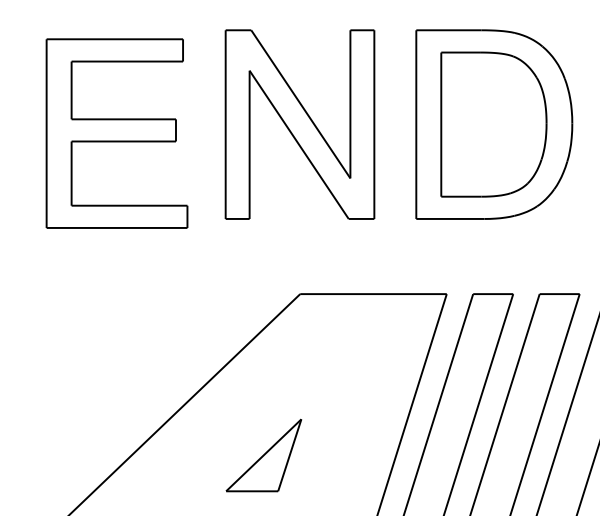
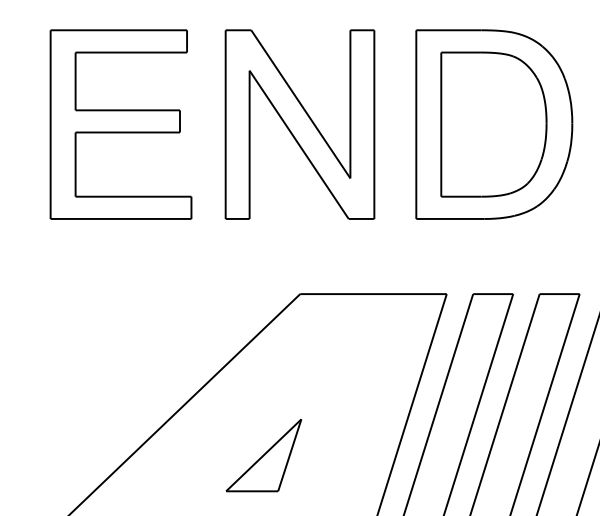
part at (116, 133) position: (116, 133) -> (120, 124)
